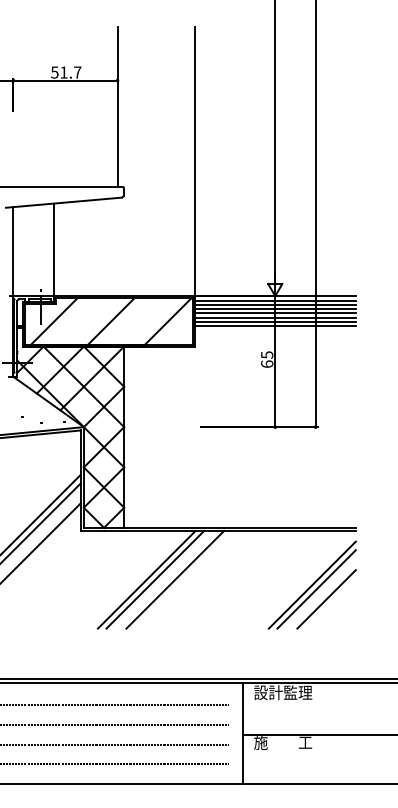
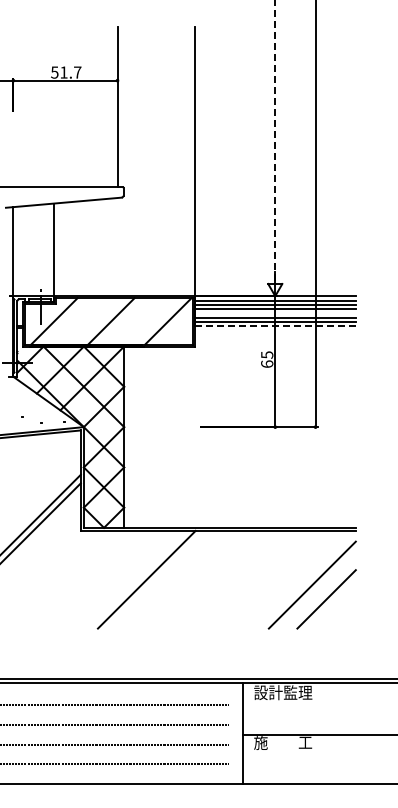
line at (275, 141): solid -> dashed
line at (274, 313): present -> none
line at (275, 326): solid -> dashed
line at (41, 542): present -> none
line at (155, 579): present -> none
line at (175, 579): present -> none
line at (316, 589): present -> none
